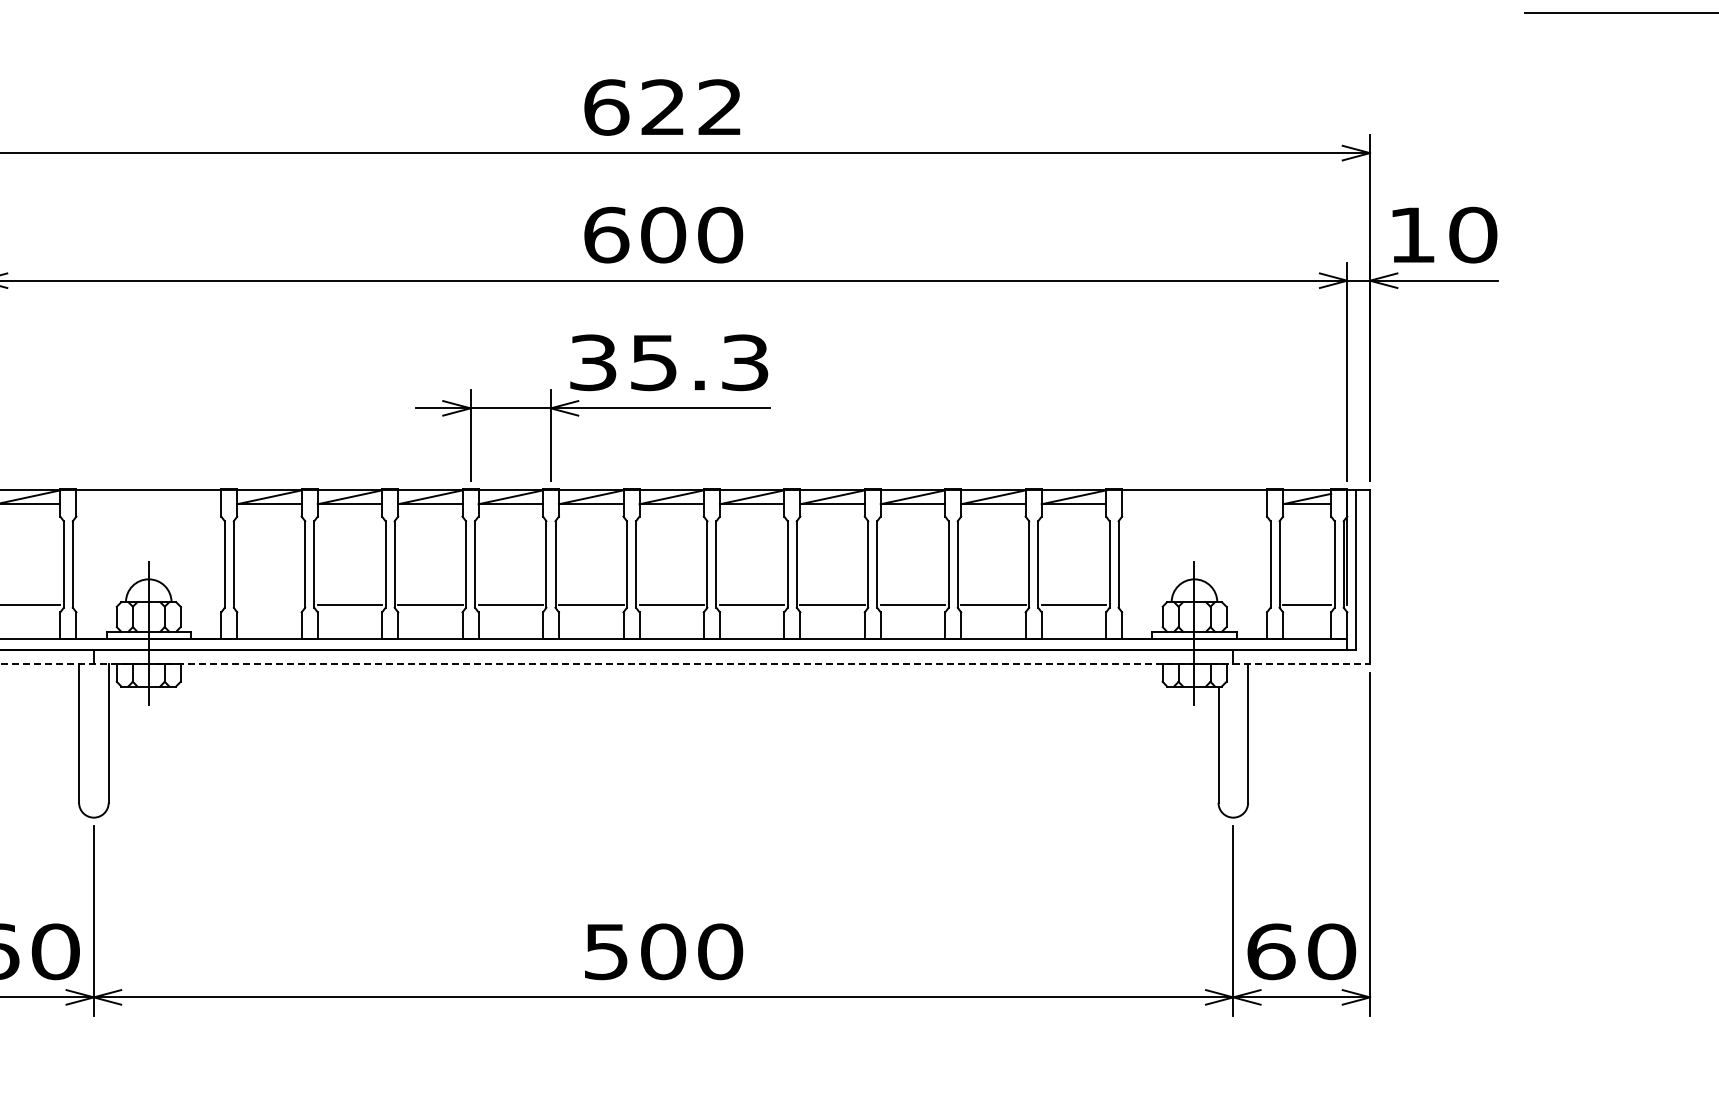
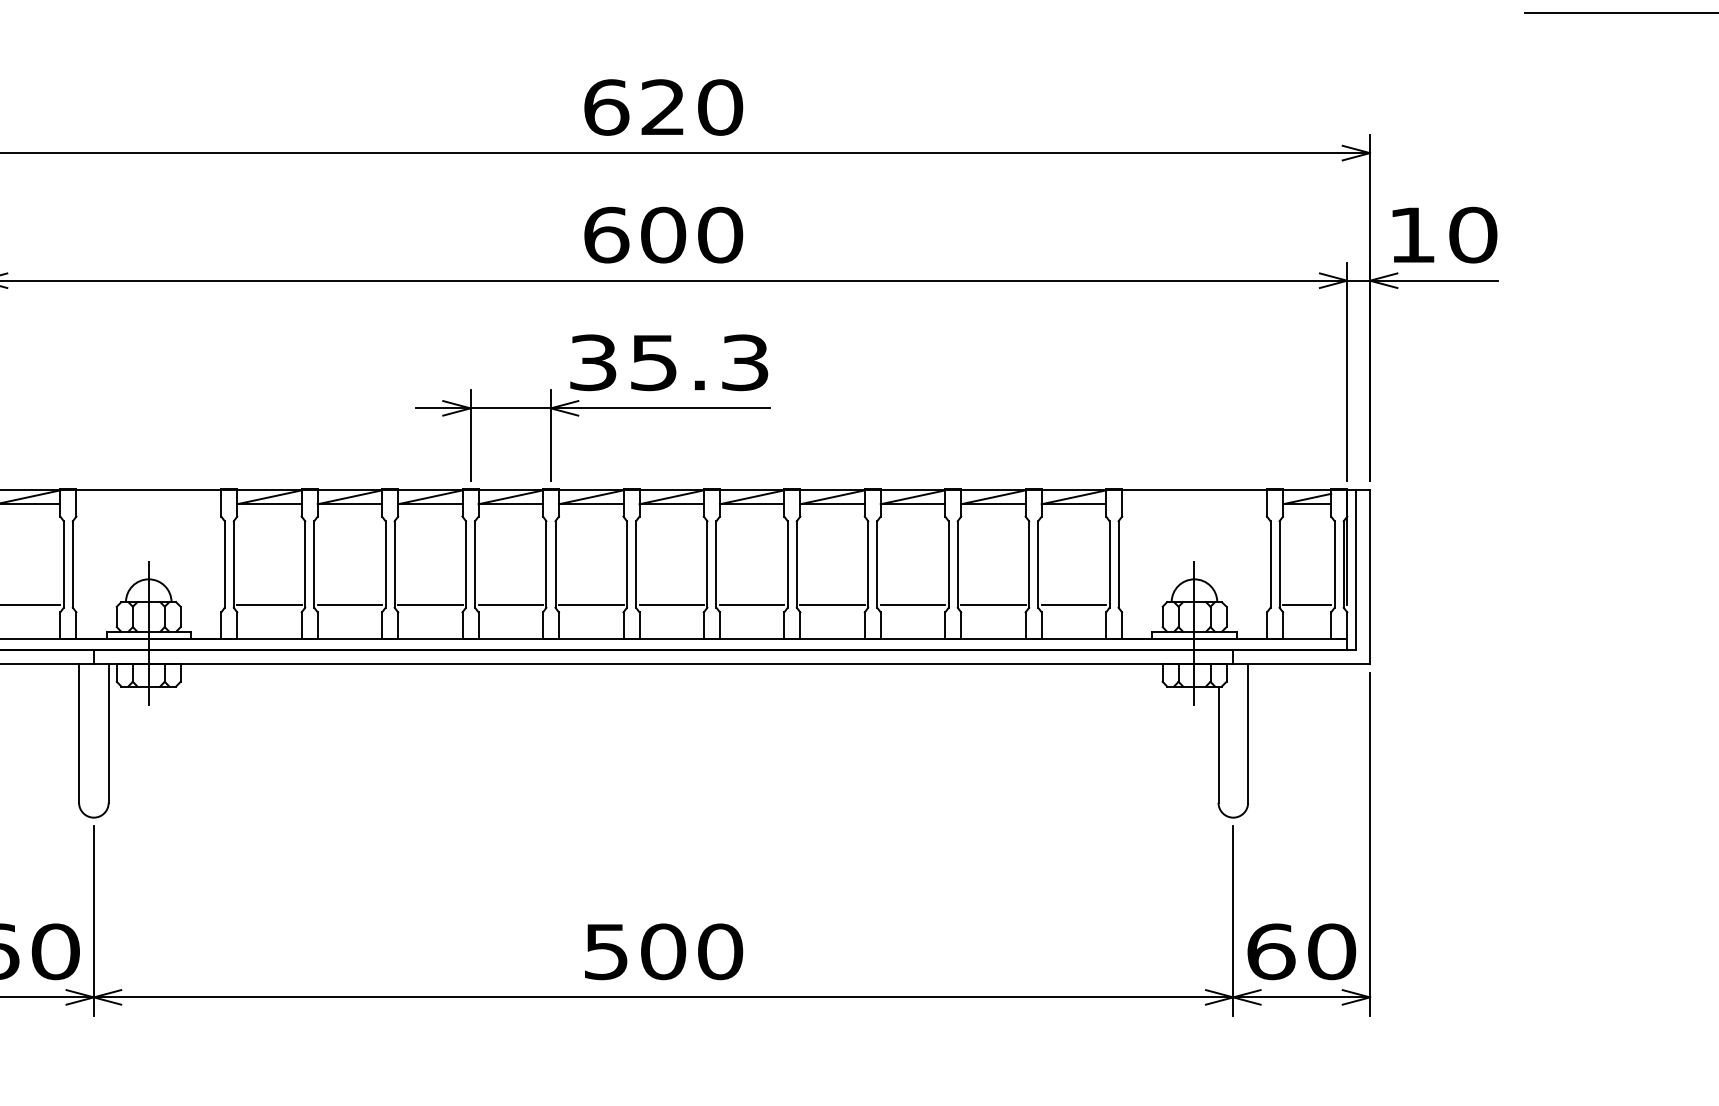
text at (720, 107): 622 -> 620
line at (269, 604): none -> present
line at (685, 663): dashed -> solid
